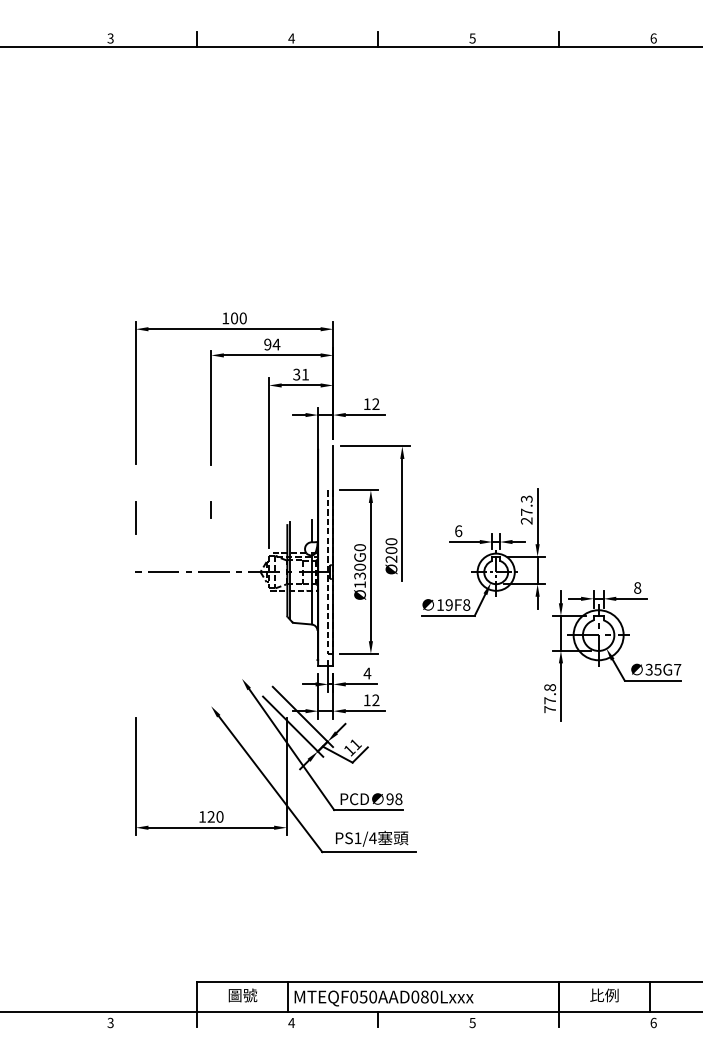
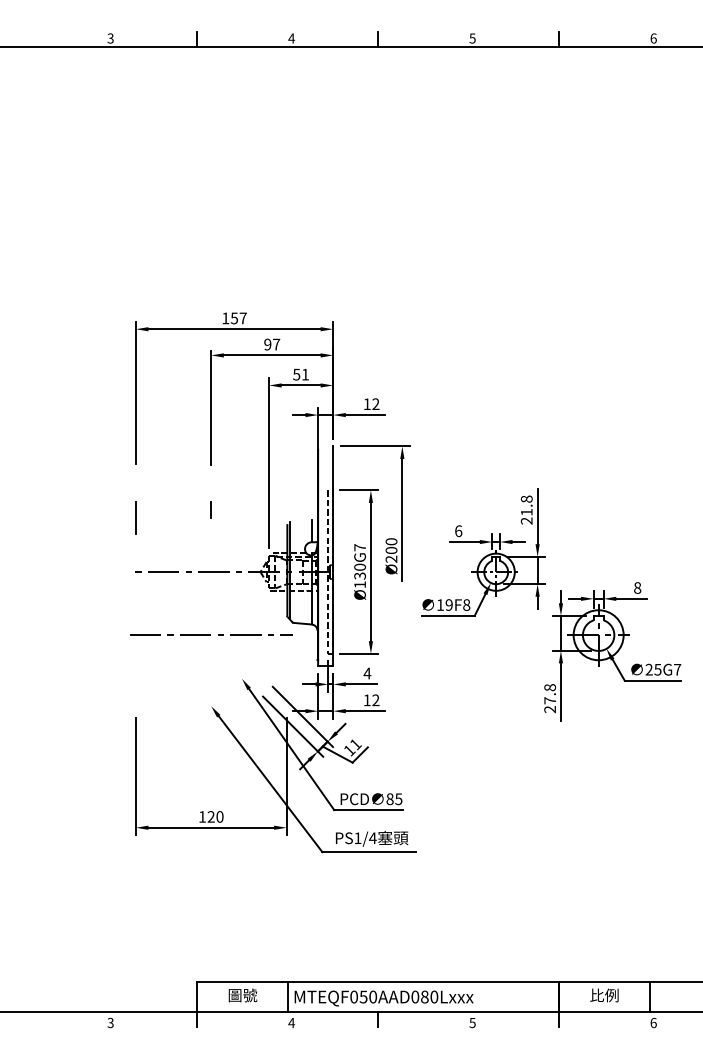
text at (238, 318): 100 -> 157
text at (276, 344): 94 -> 97
text at (296, 373): 31 -> 51
text at (526, 505): 27.3 -> 21.8
text at (359, 547): Ø130G0 -> Ø130G7
line at (210, 634): none -> present
text at (648, 669): 35G7 -> 25G7
text at (549, 709): 77.8 -> 27.8
text at (394, 799): 98 -> 85
